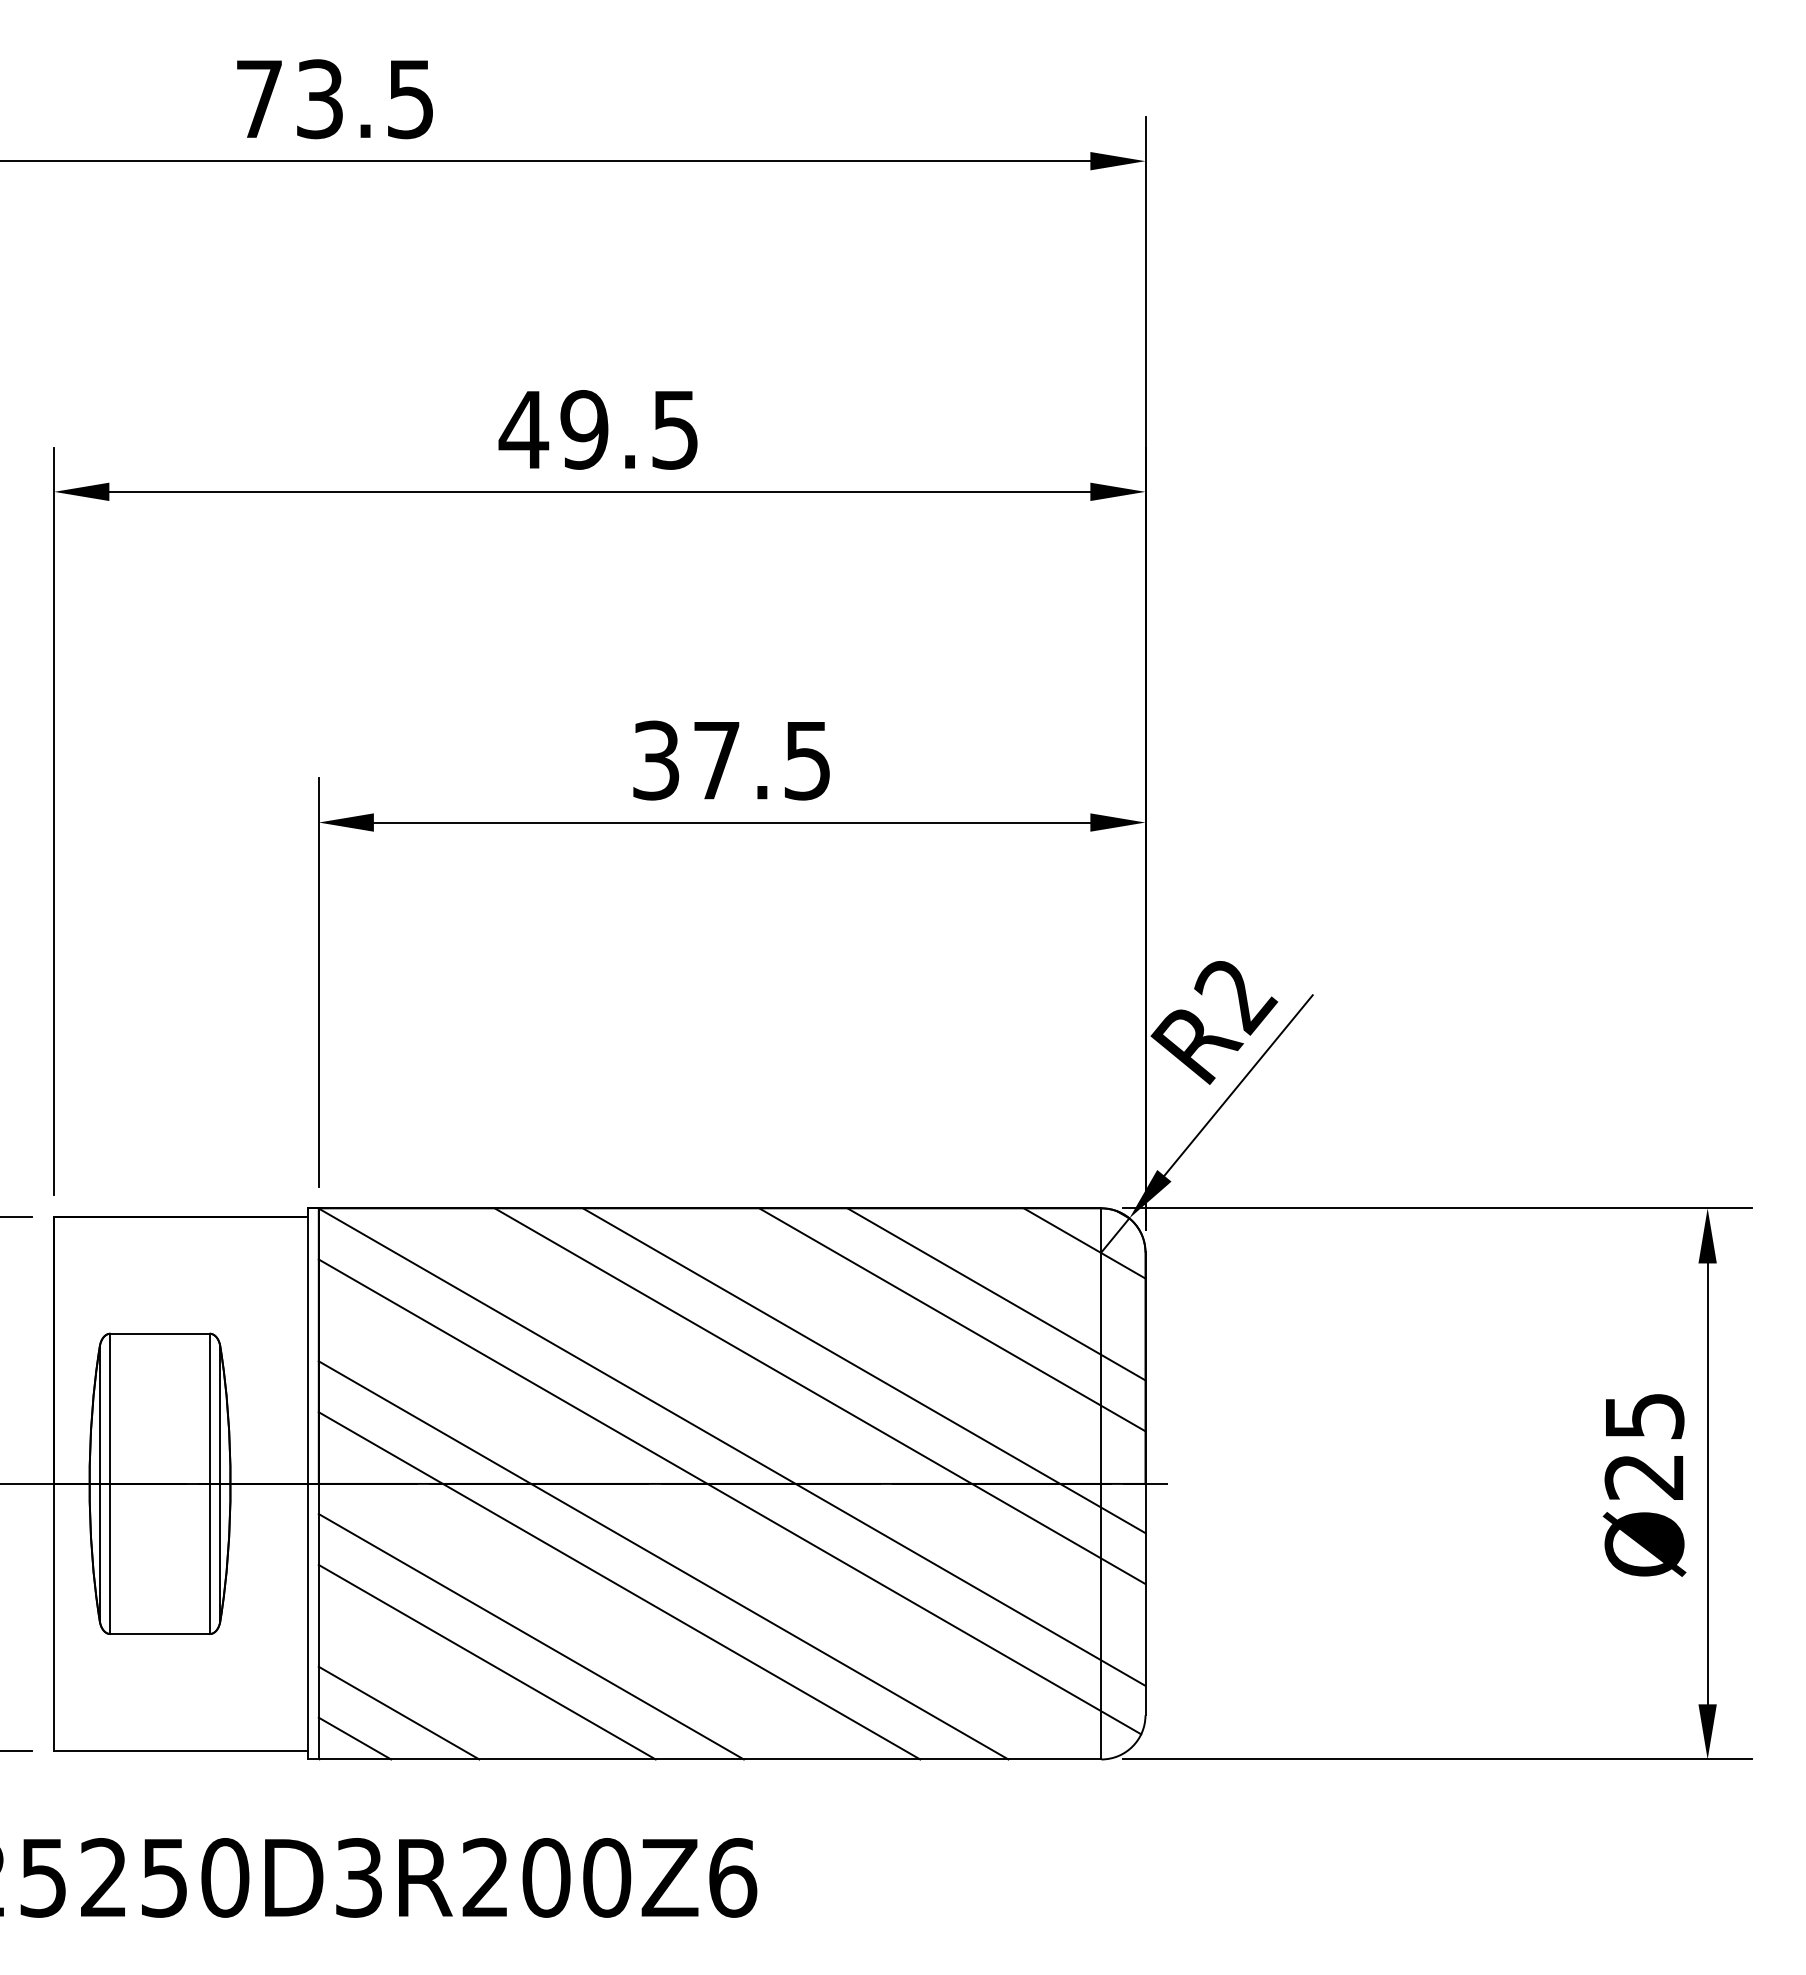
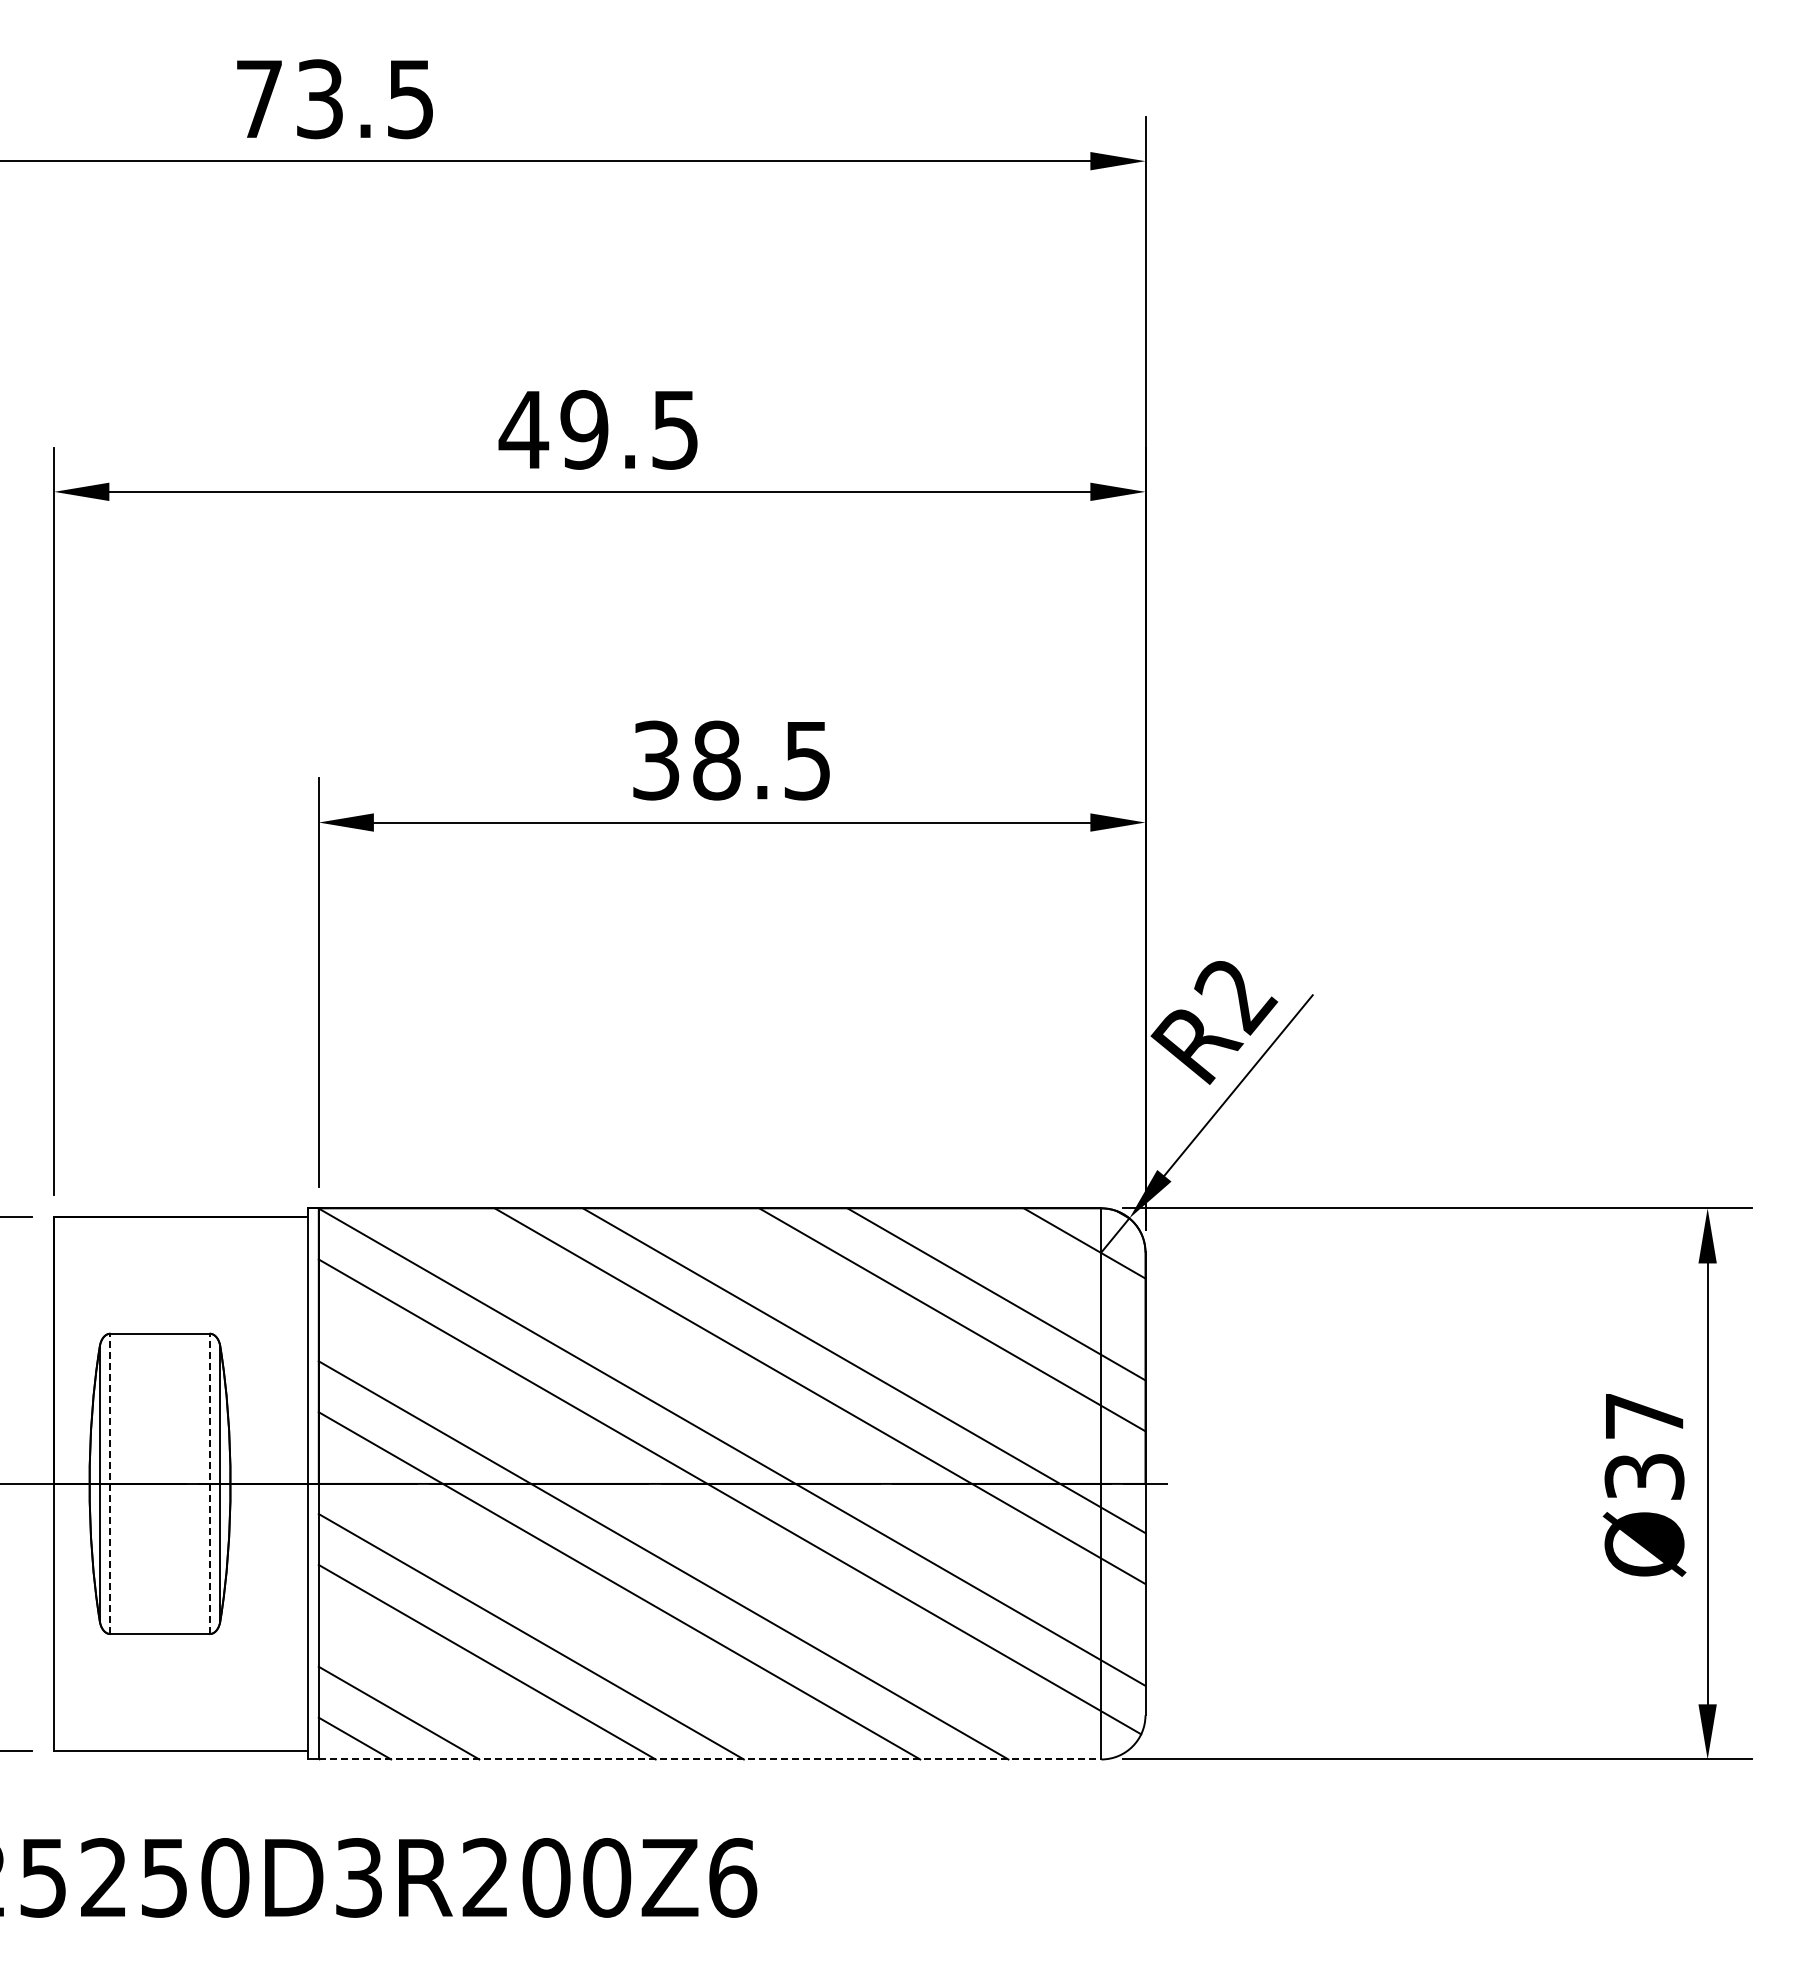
text at (716, 760): 37.5 -> 38.5
text at (1644, 1446): Ø25 -> Ø37
line at (110, 1483): solid -> dashed
line at (209, 1483): solid -> dashed
line at (710, 1759): solid -> dashed
